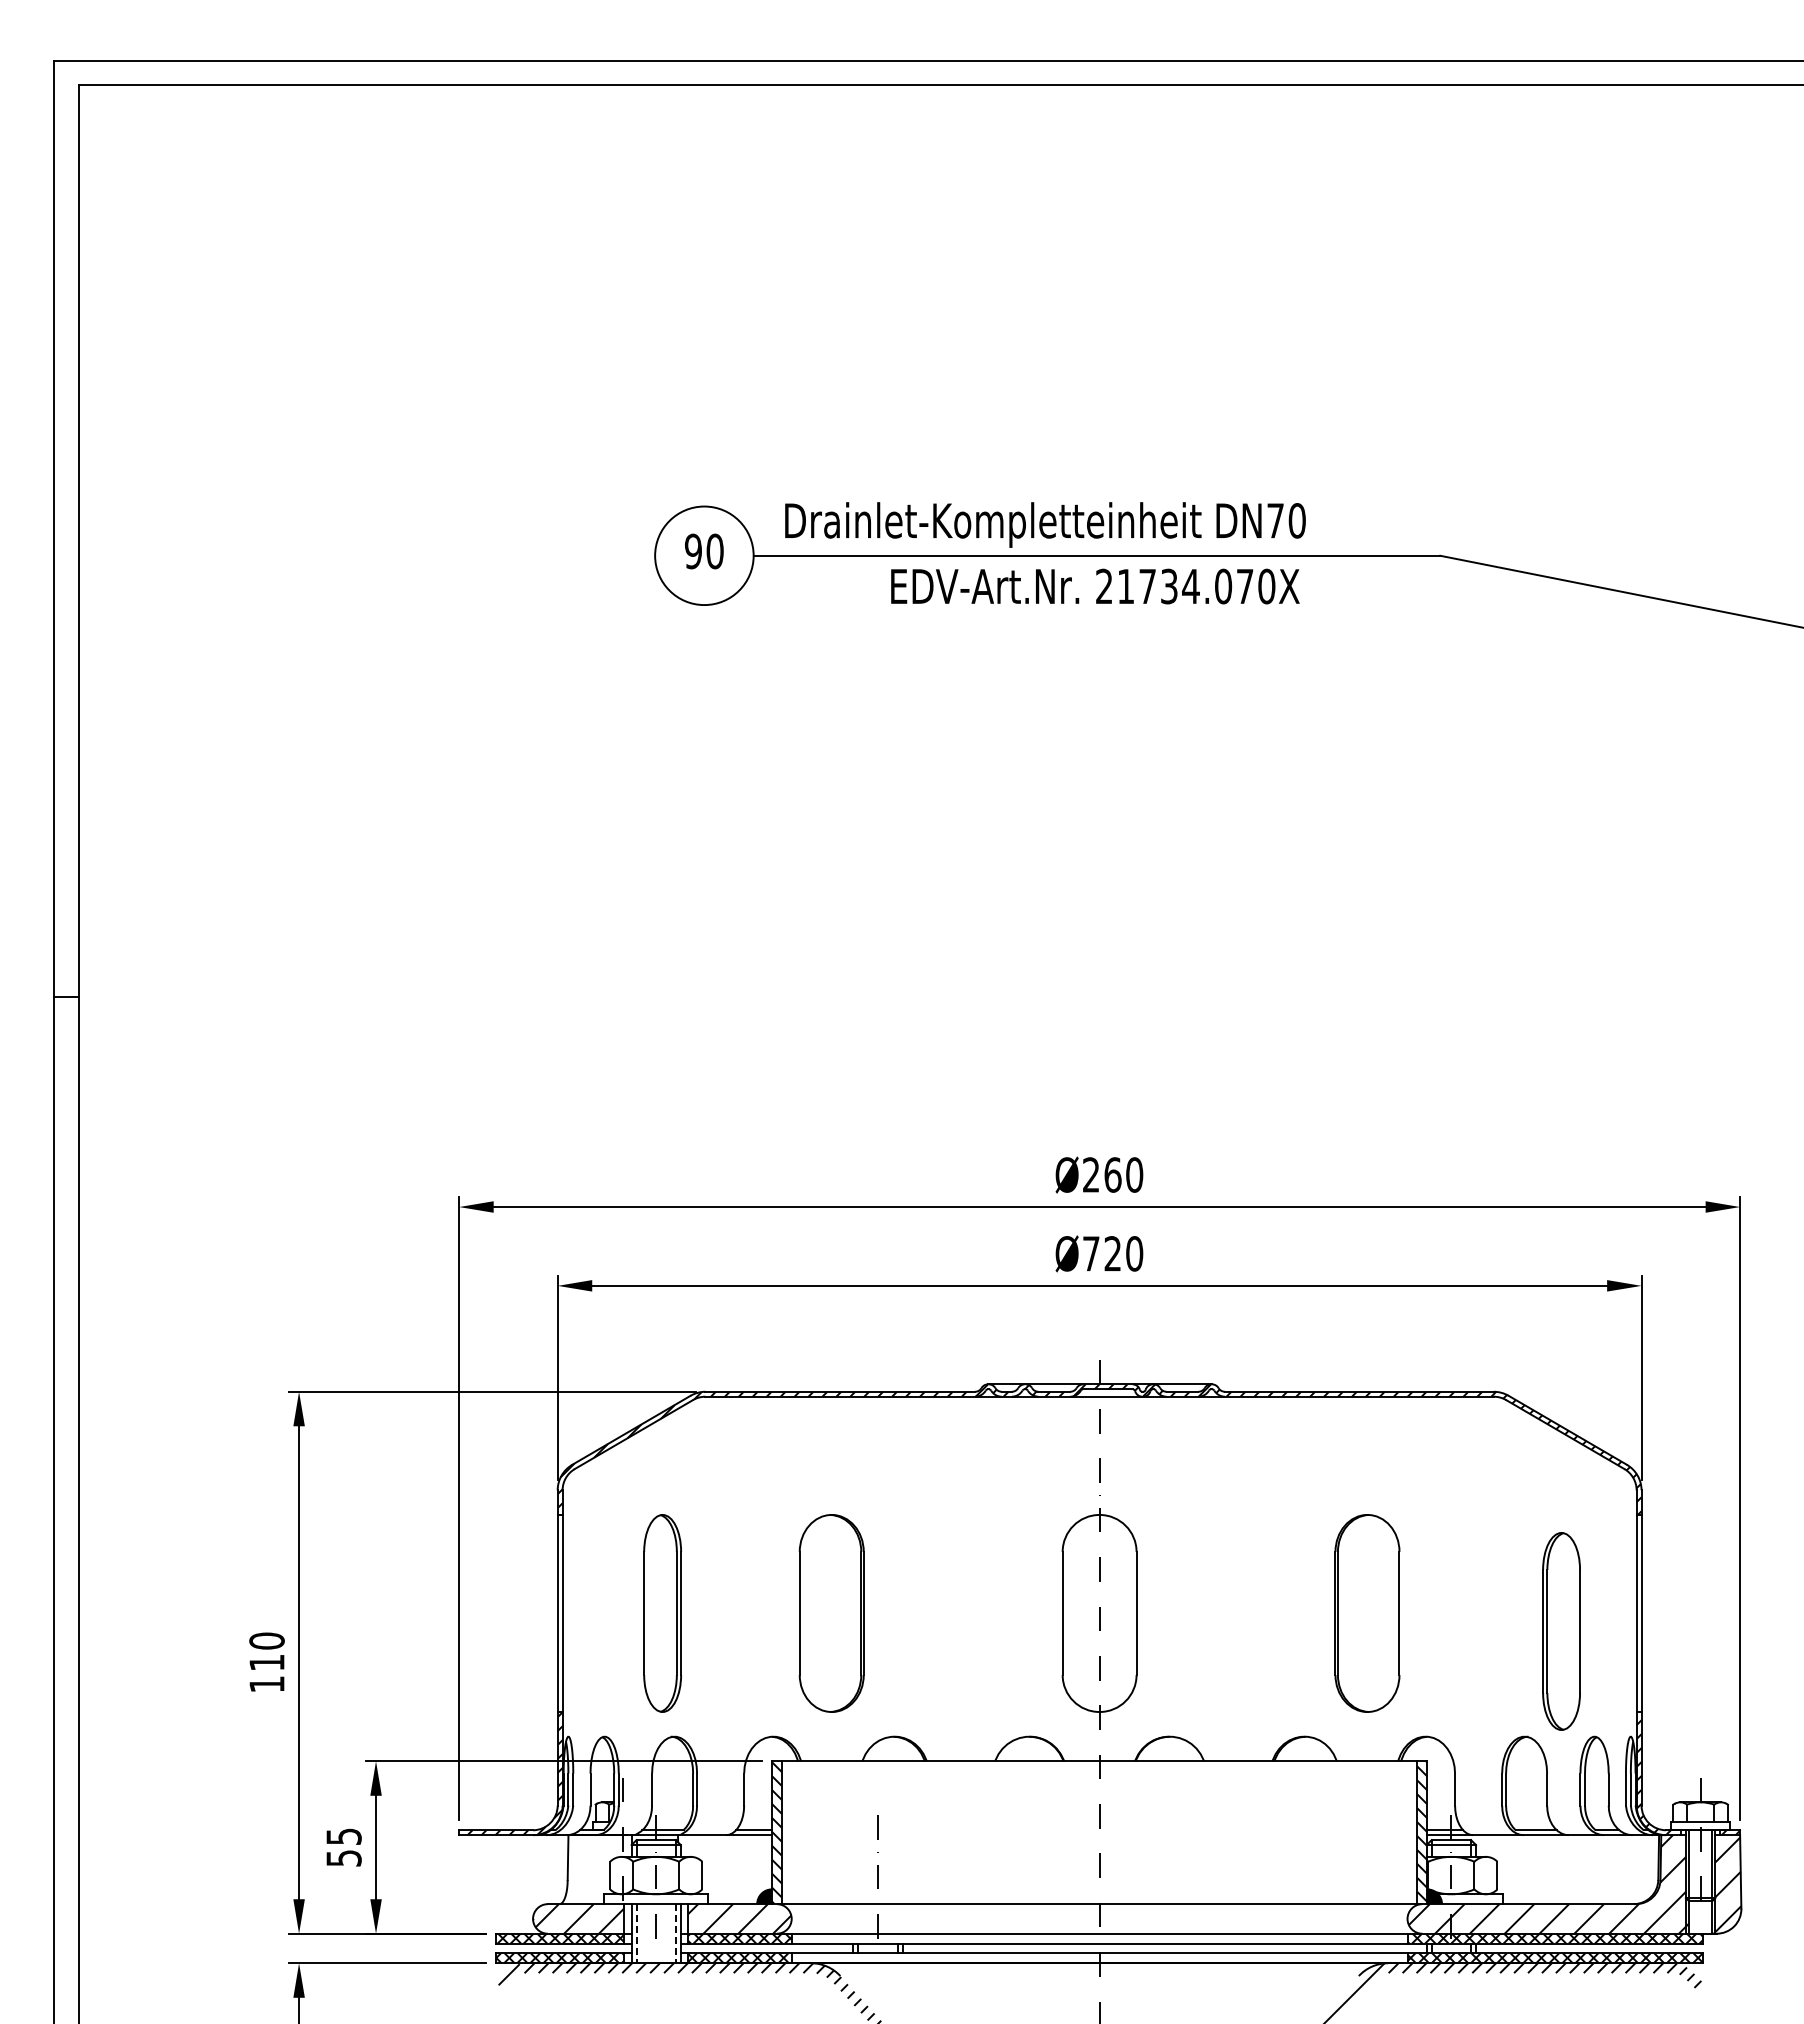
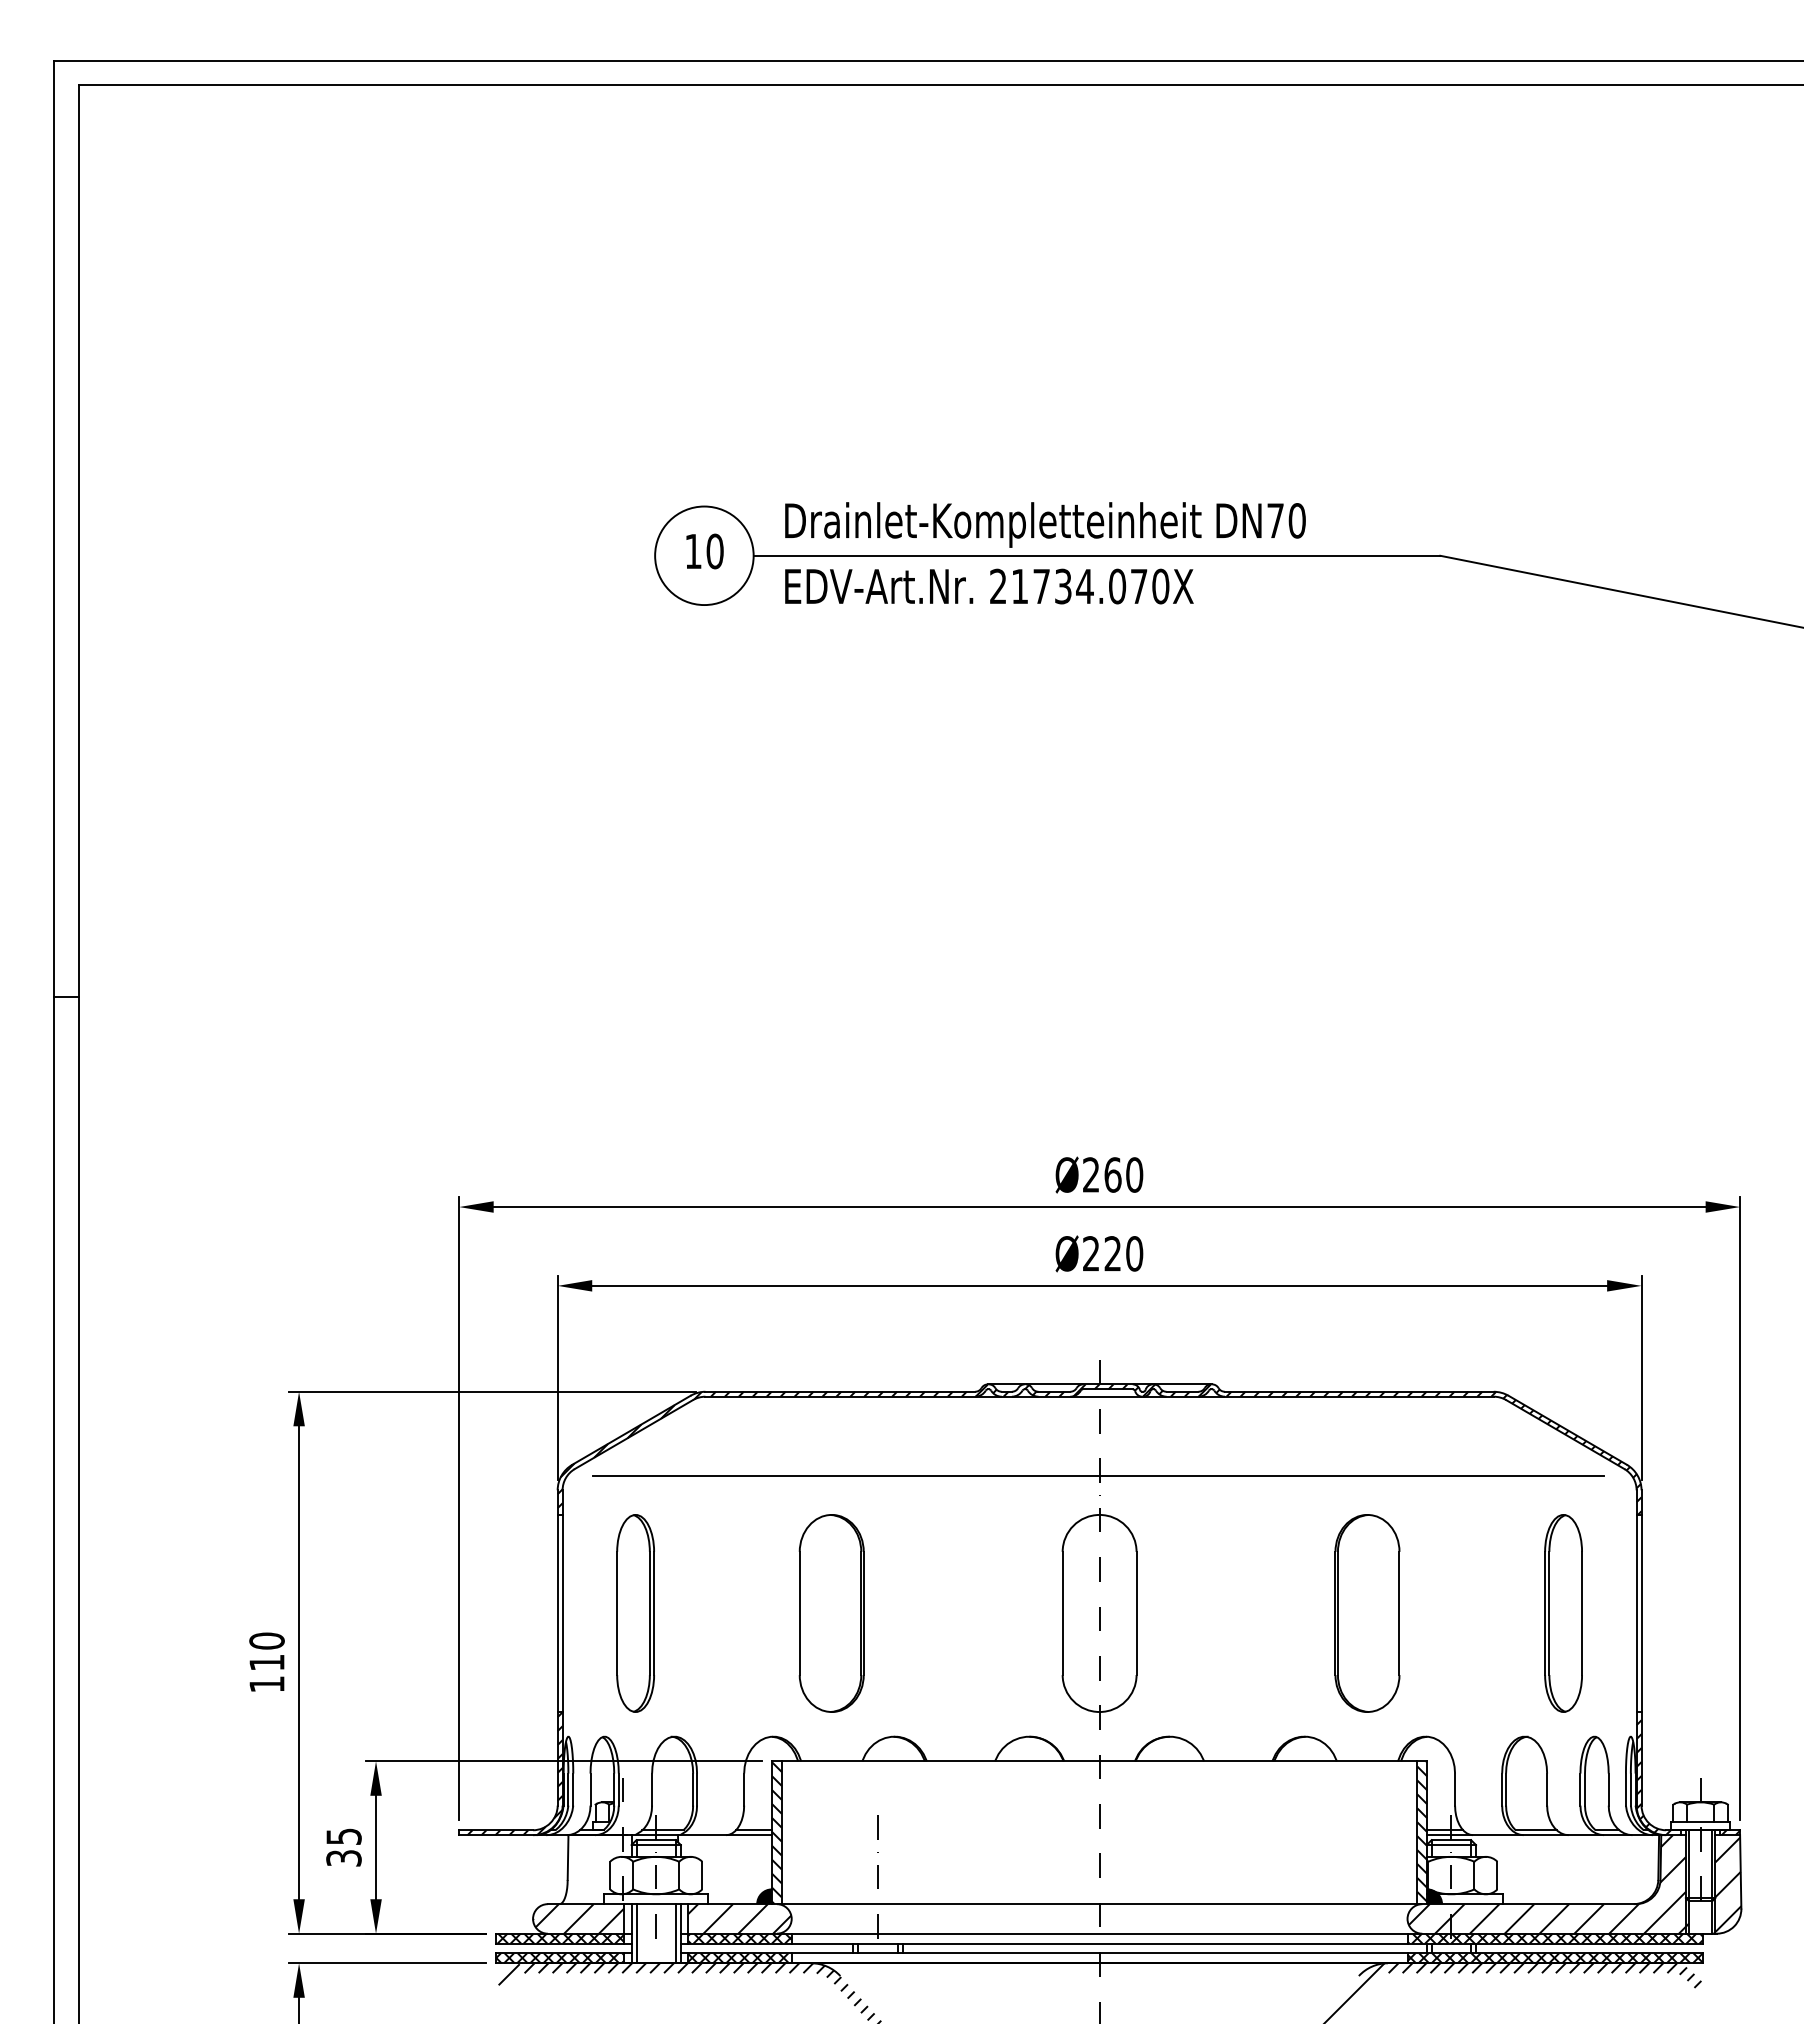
text at (693, 551): 90 -> 10
text at (1095, 586) position: (1095, 586) -> (989, 586)
text at (1091, 1253): Ø720 -> Ø220
line at (1098, 1475): none -> present
part at (662, 1613) position: (662, 1613) -> (635, 1613)
part at (1561, 1631) position: (1561, 1631) -> (1563, 1613)
text at (343, 1858): 55 -> 35
line at (636, 1933): dashed -> solid
line at (675, 1933): dashed -> solid
